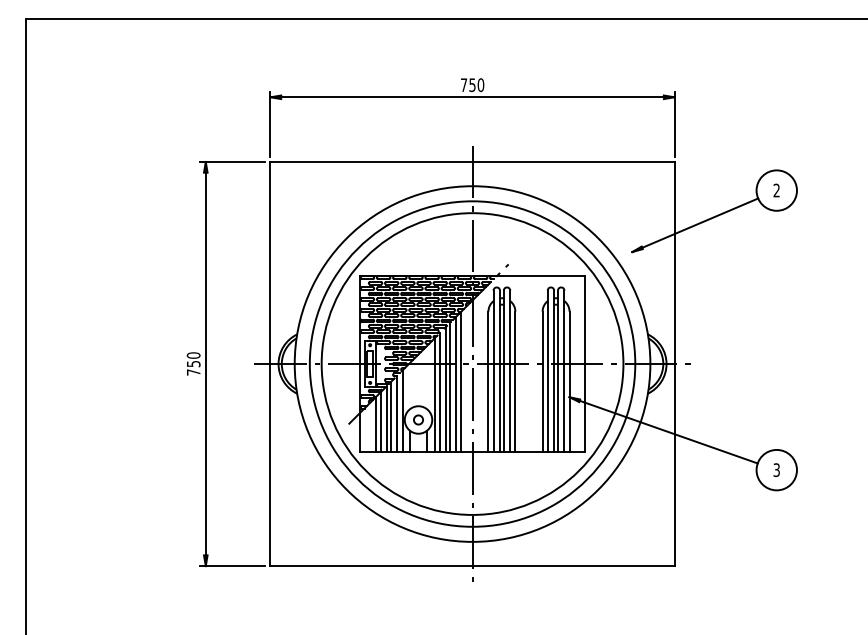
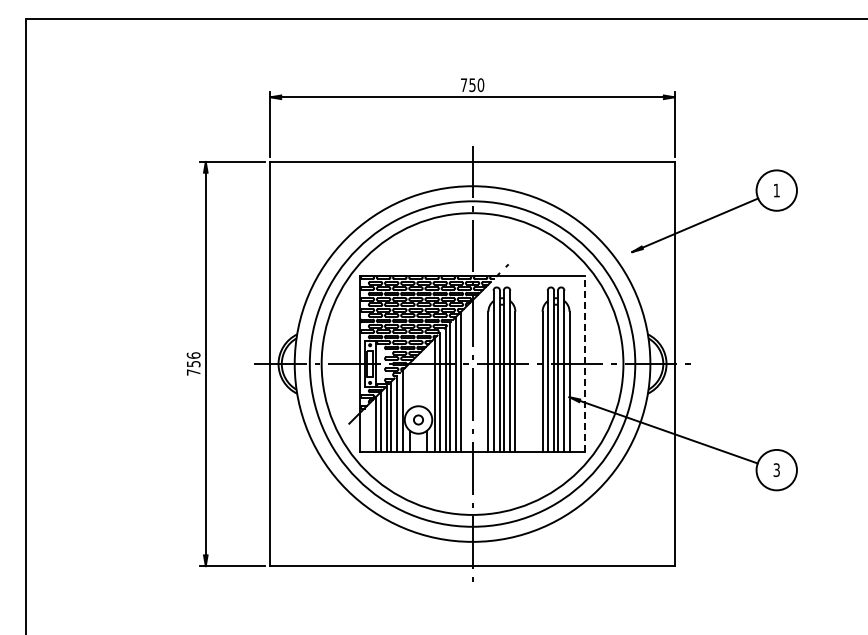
text at (776, 190): 2 -> 1
text at (193, 355): 750 -> 756
line at (585, 363): solid -> dashed
